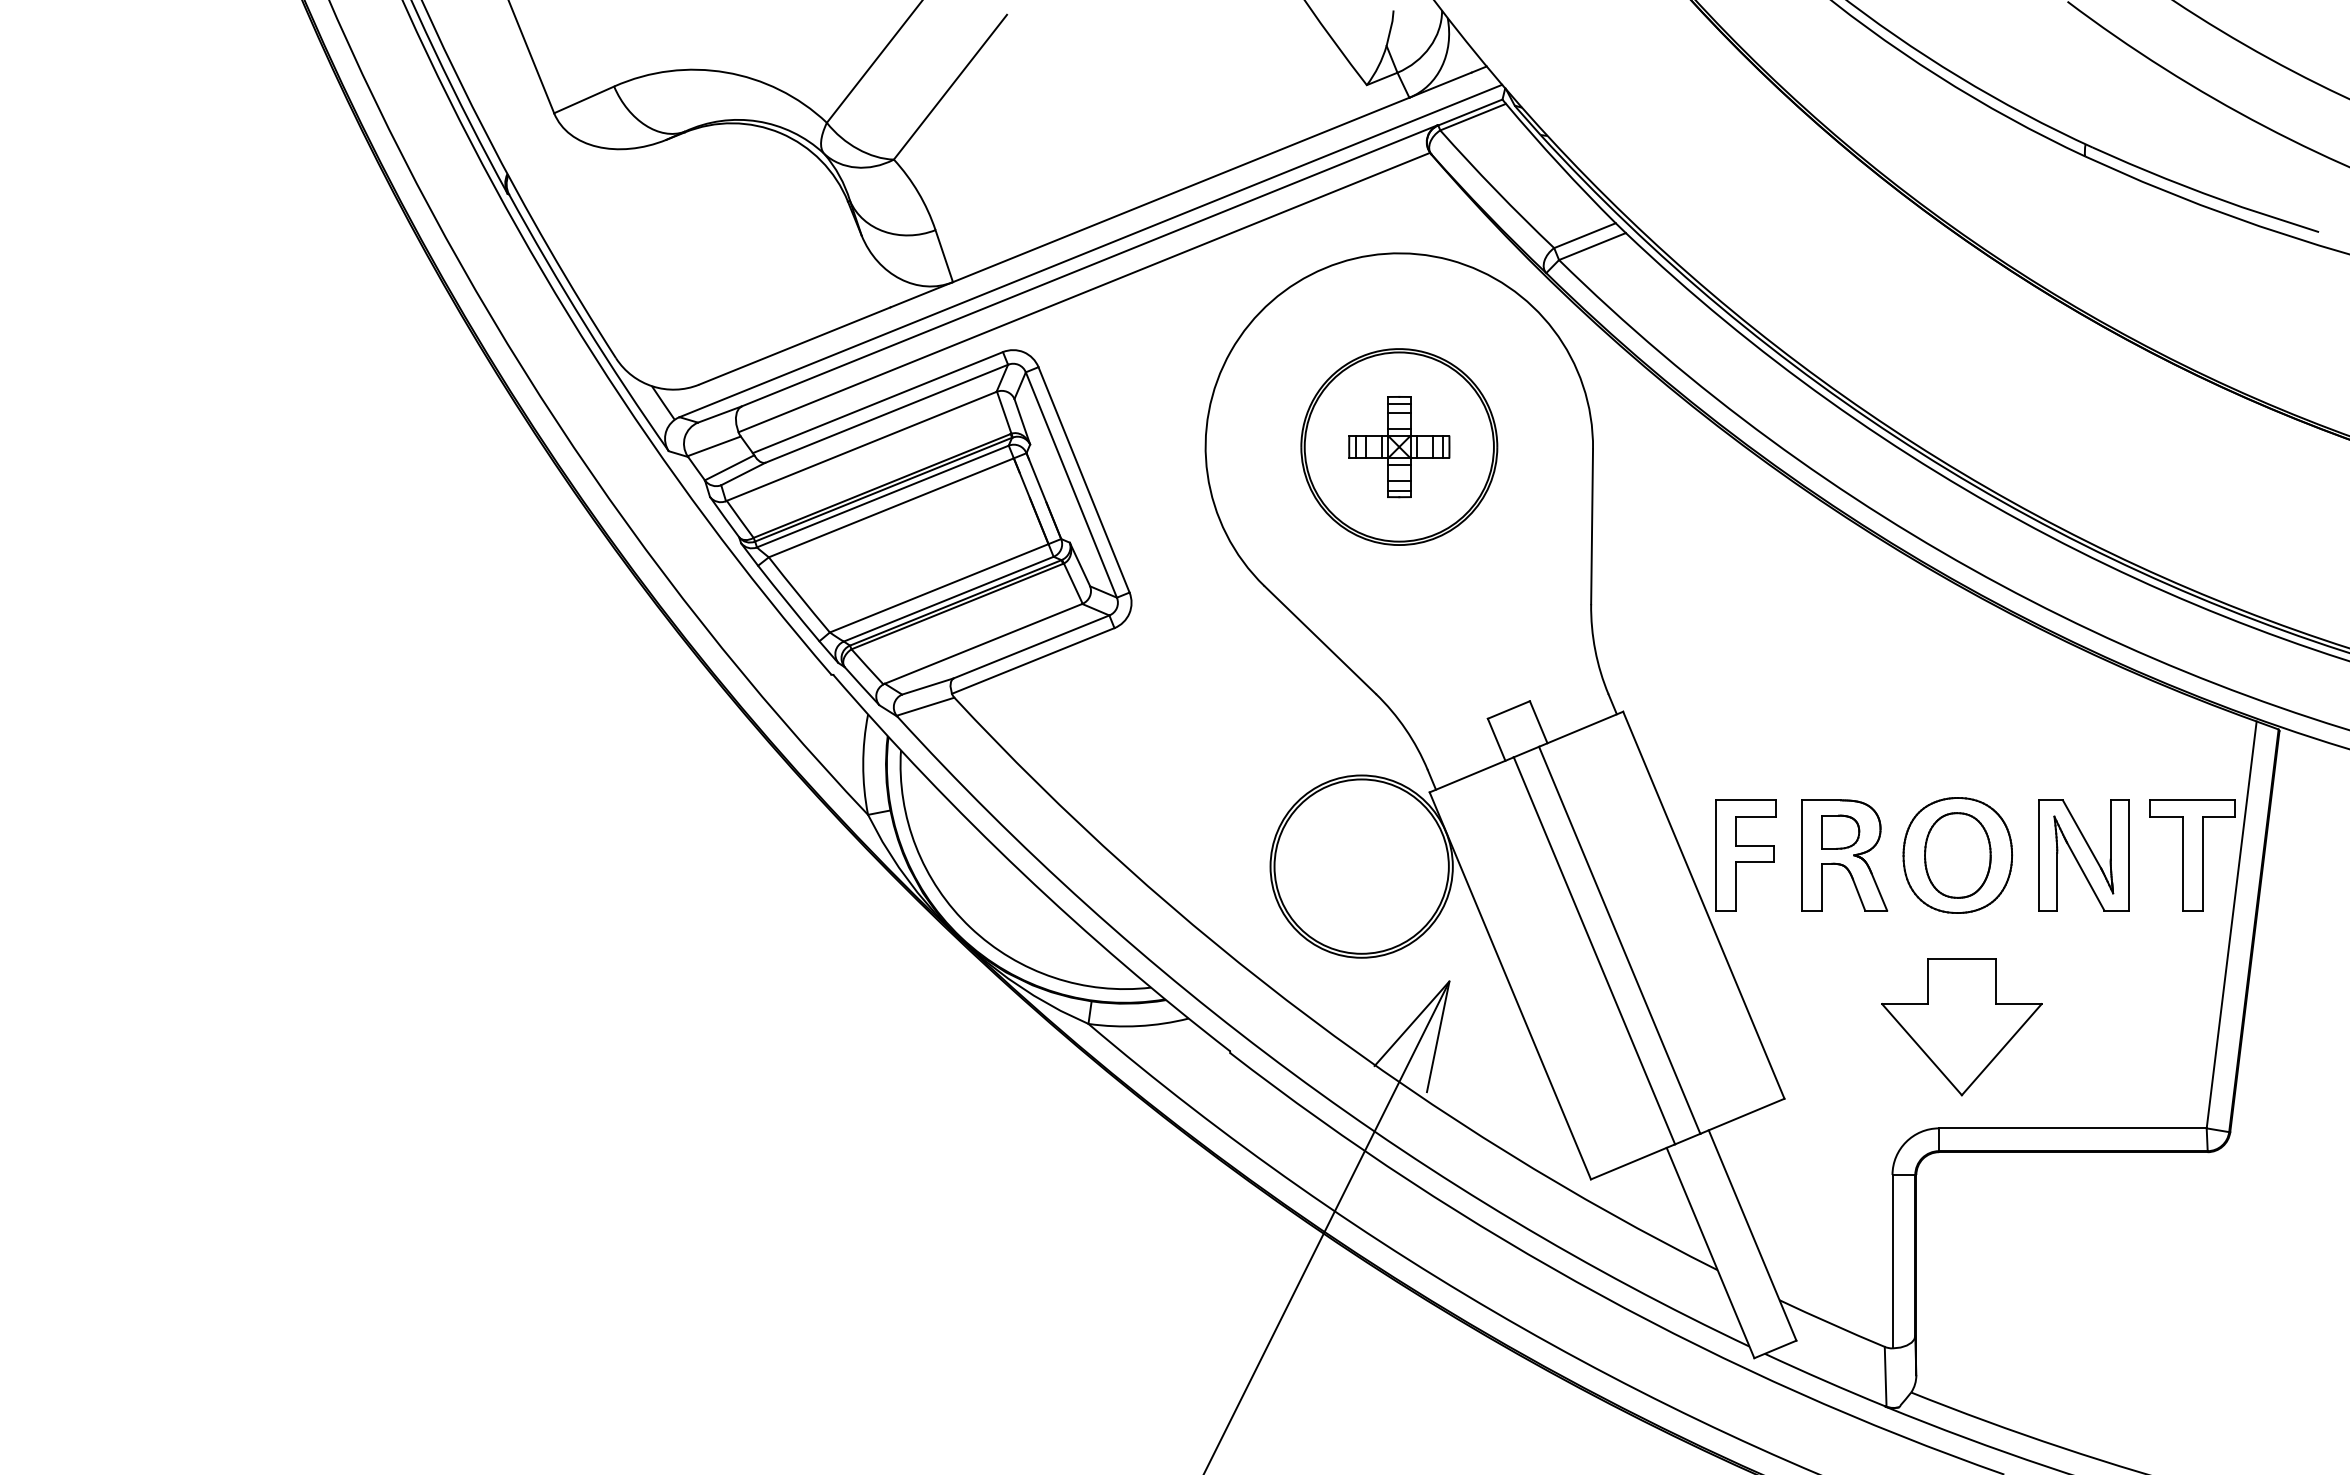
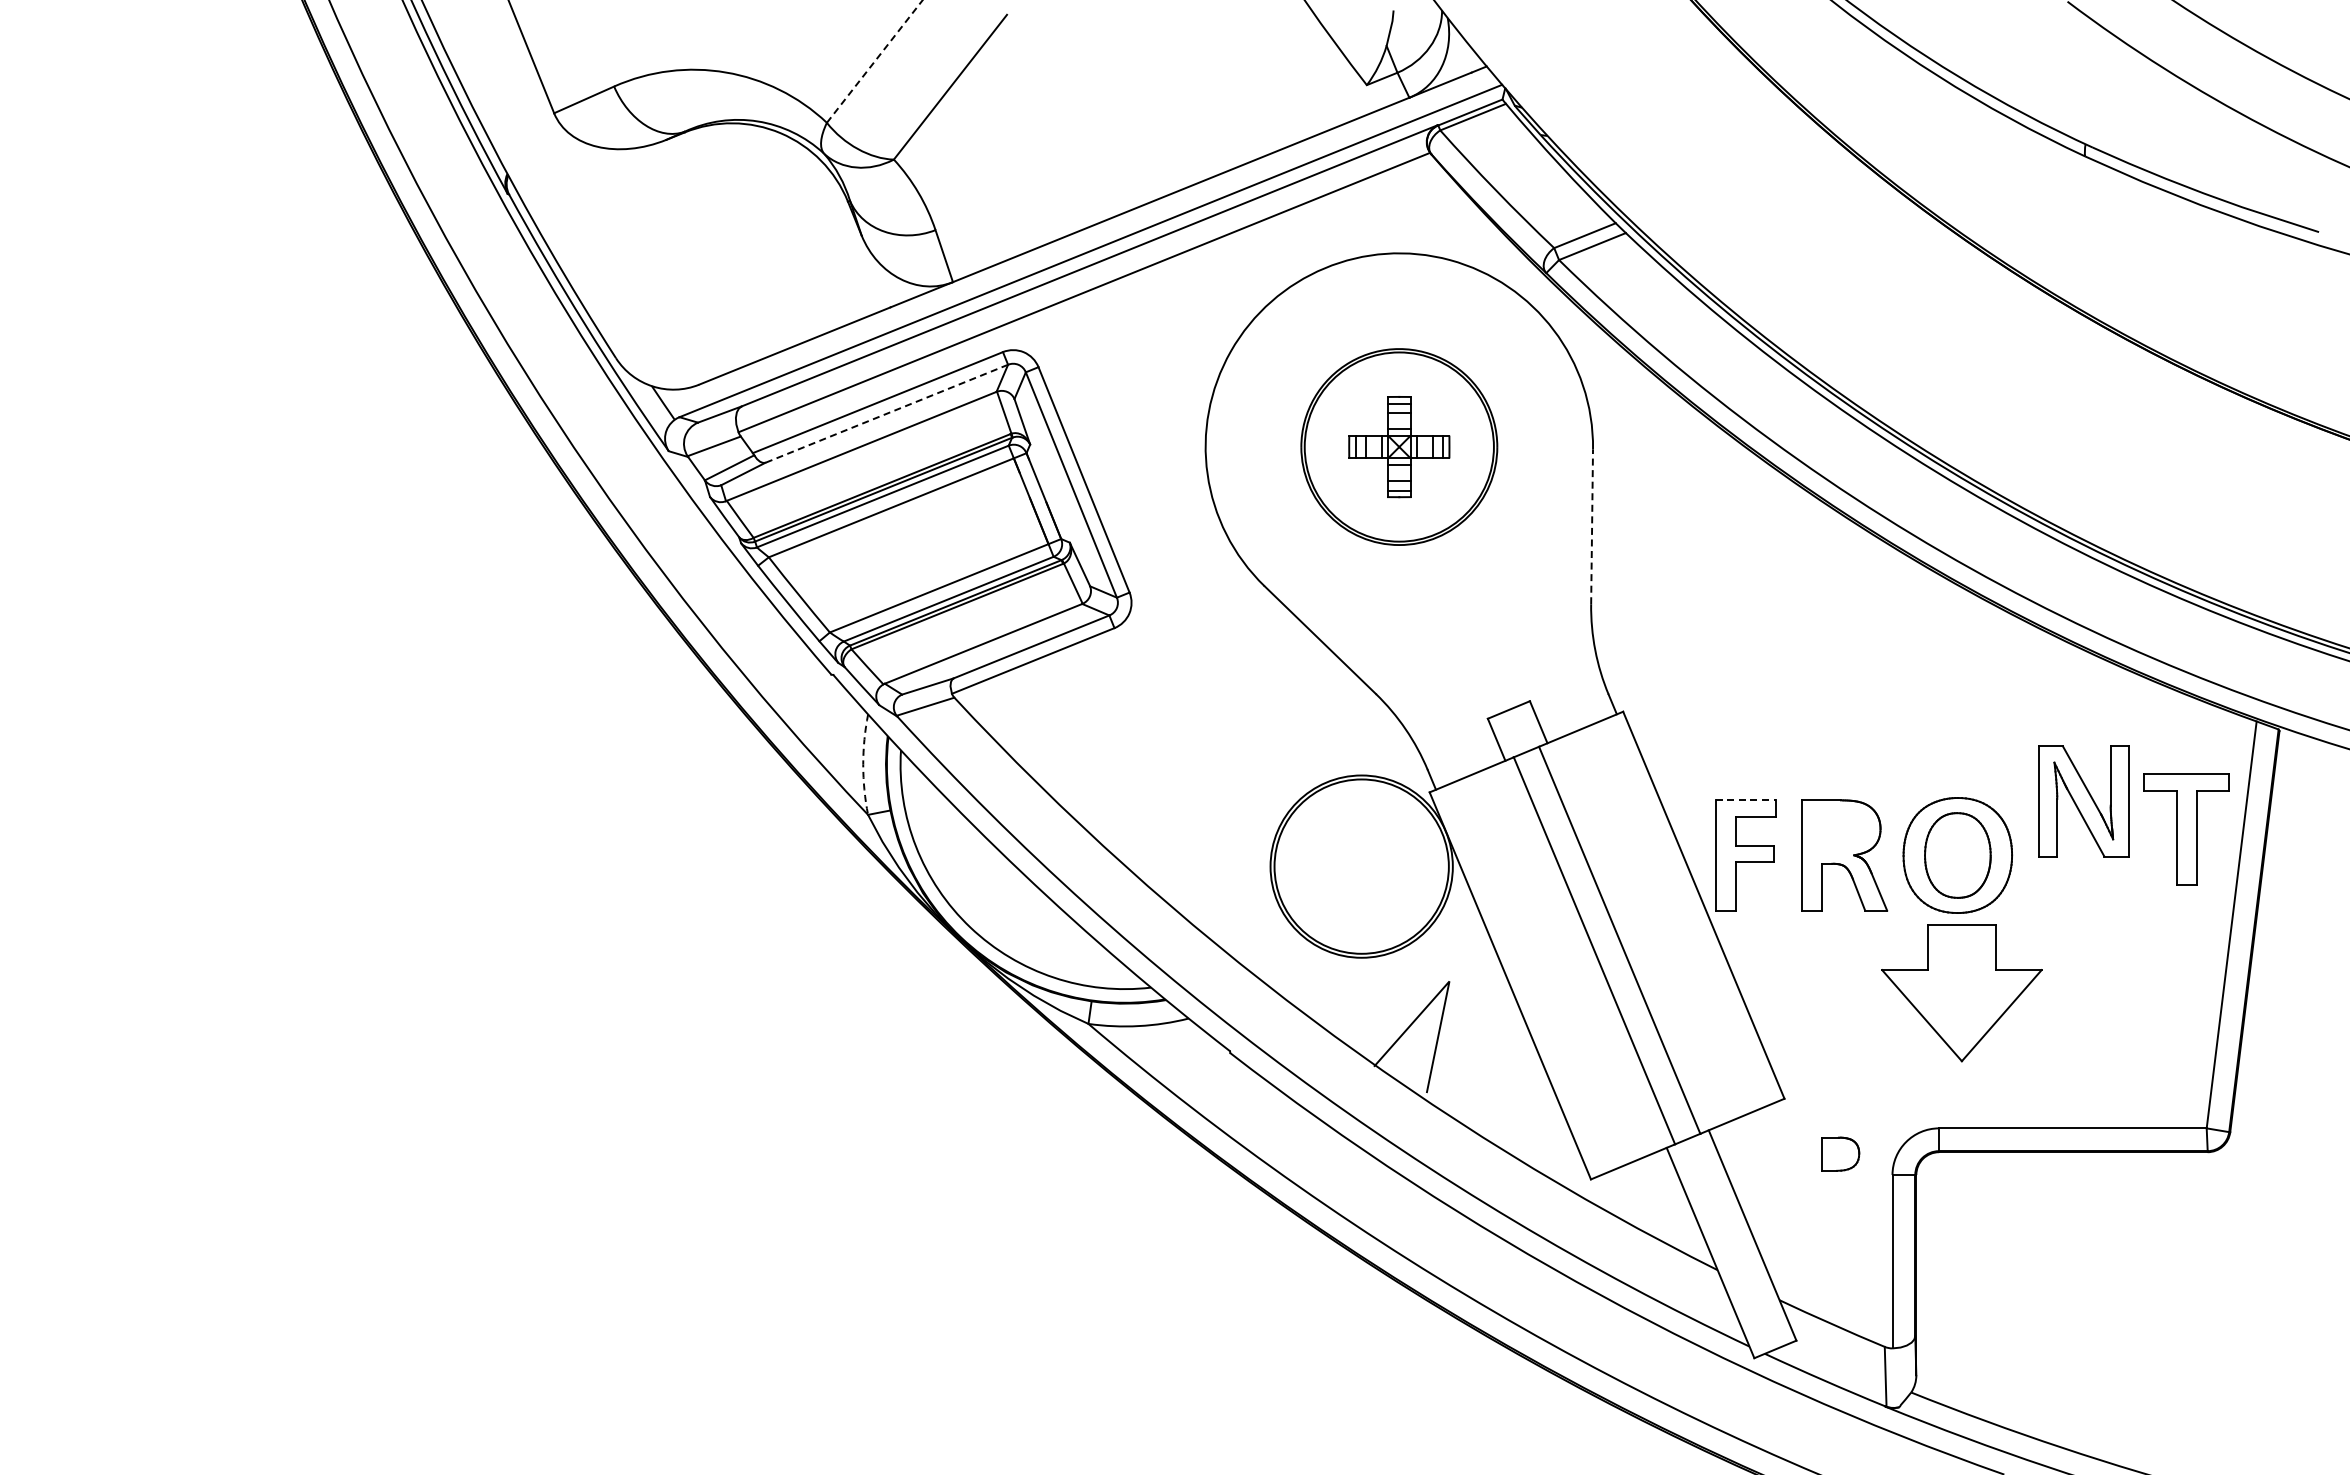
line at (874, 61): solid -> dashed
line at (886, 413): solid -> dashed
line at (1592, 526): solid -> dashed
arc at (863, 764): solid -> dashed
line at (1746, 800): solid -> dashed
part at (1840, 831) position: (1840, 831) -> (1840, 1153)
part at (2083, 855) position: (2083, 855) -> (2083, 801)
part at (2192, 855) position: (2192, 855) -> (2186, 829)
part at (1961, 1027) position: (1961, 1027) -> (1961, 993)
line at (1327, 1226): present -> none
